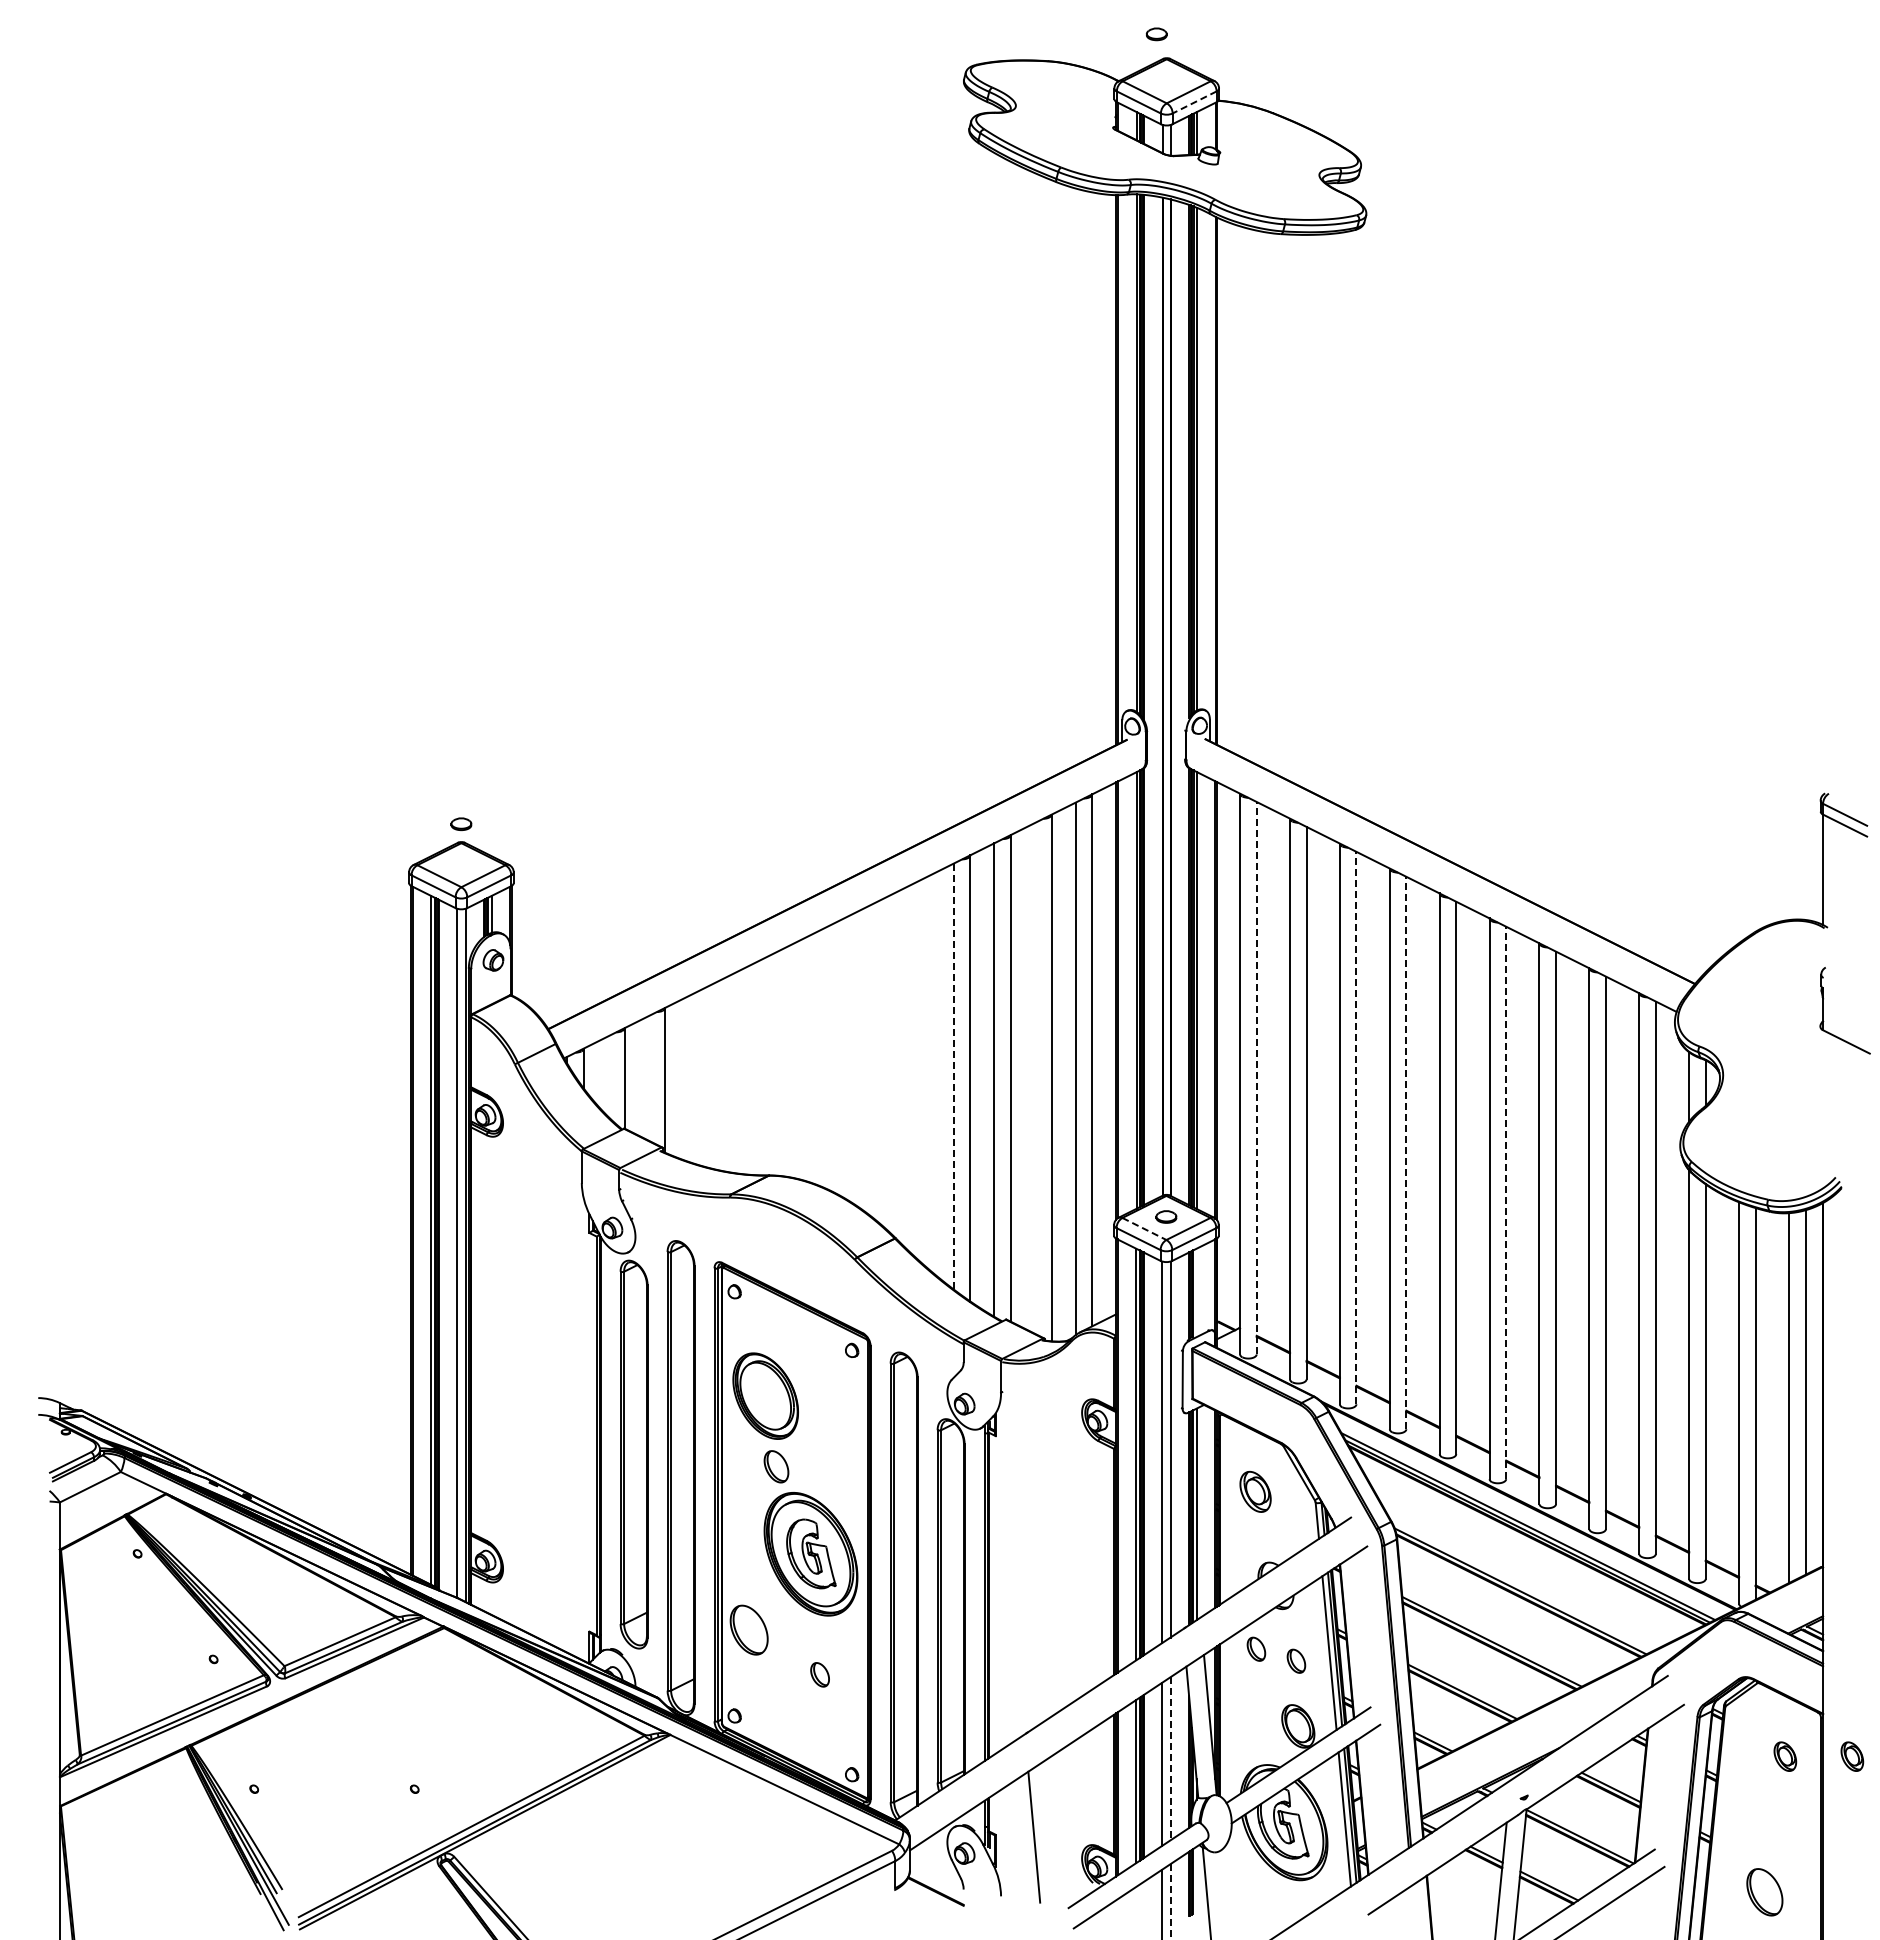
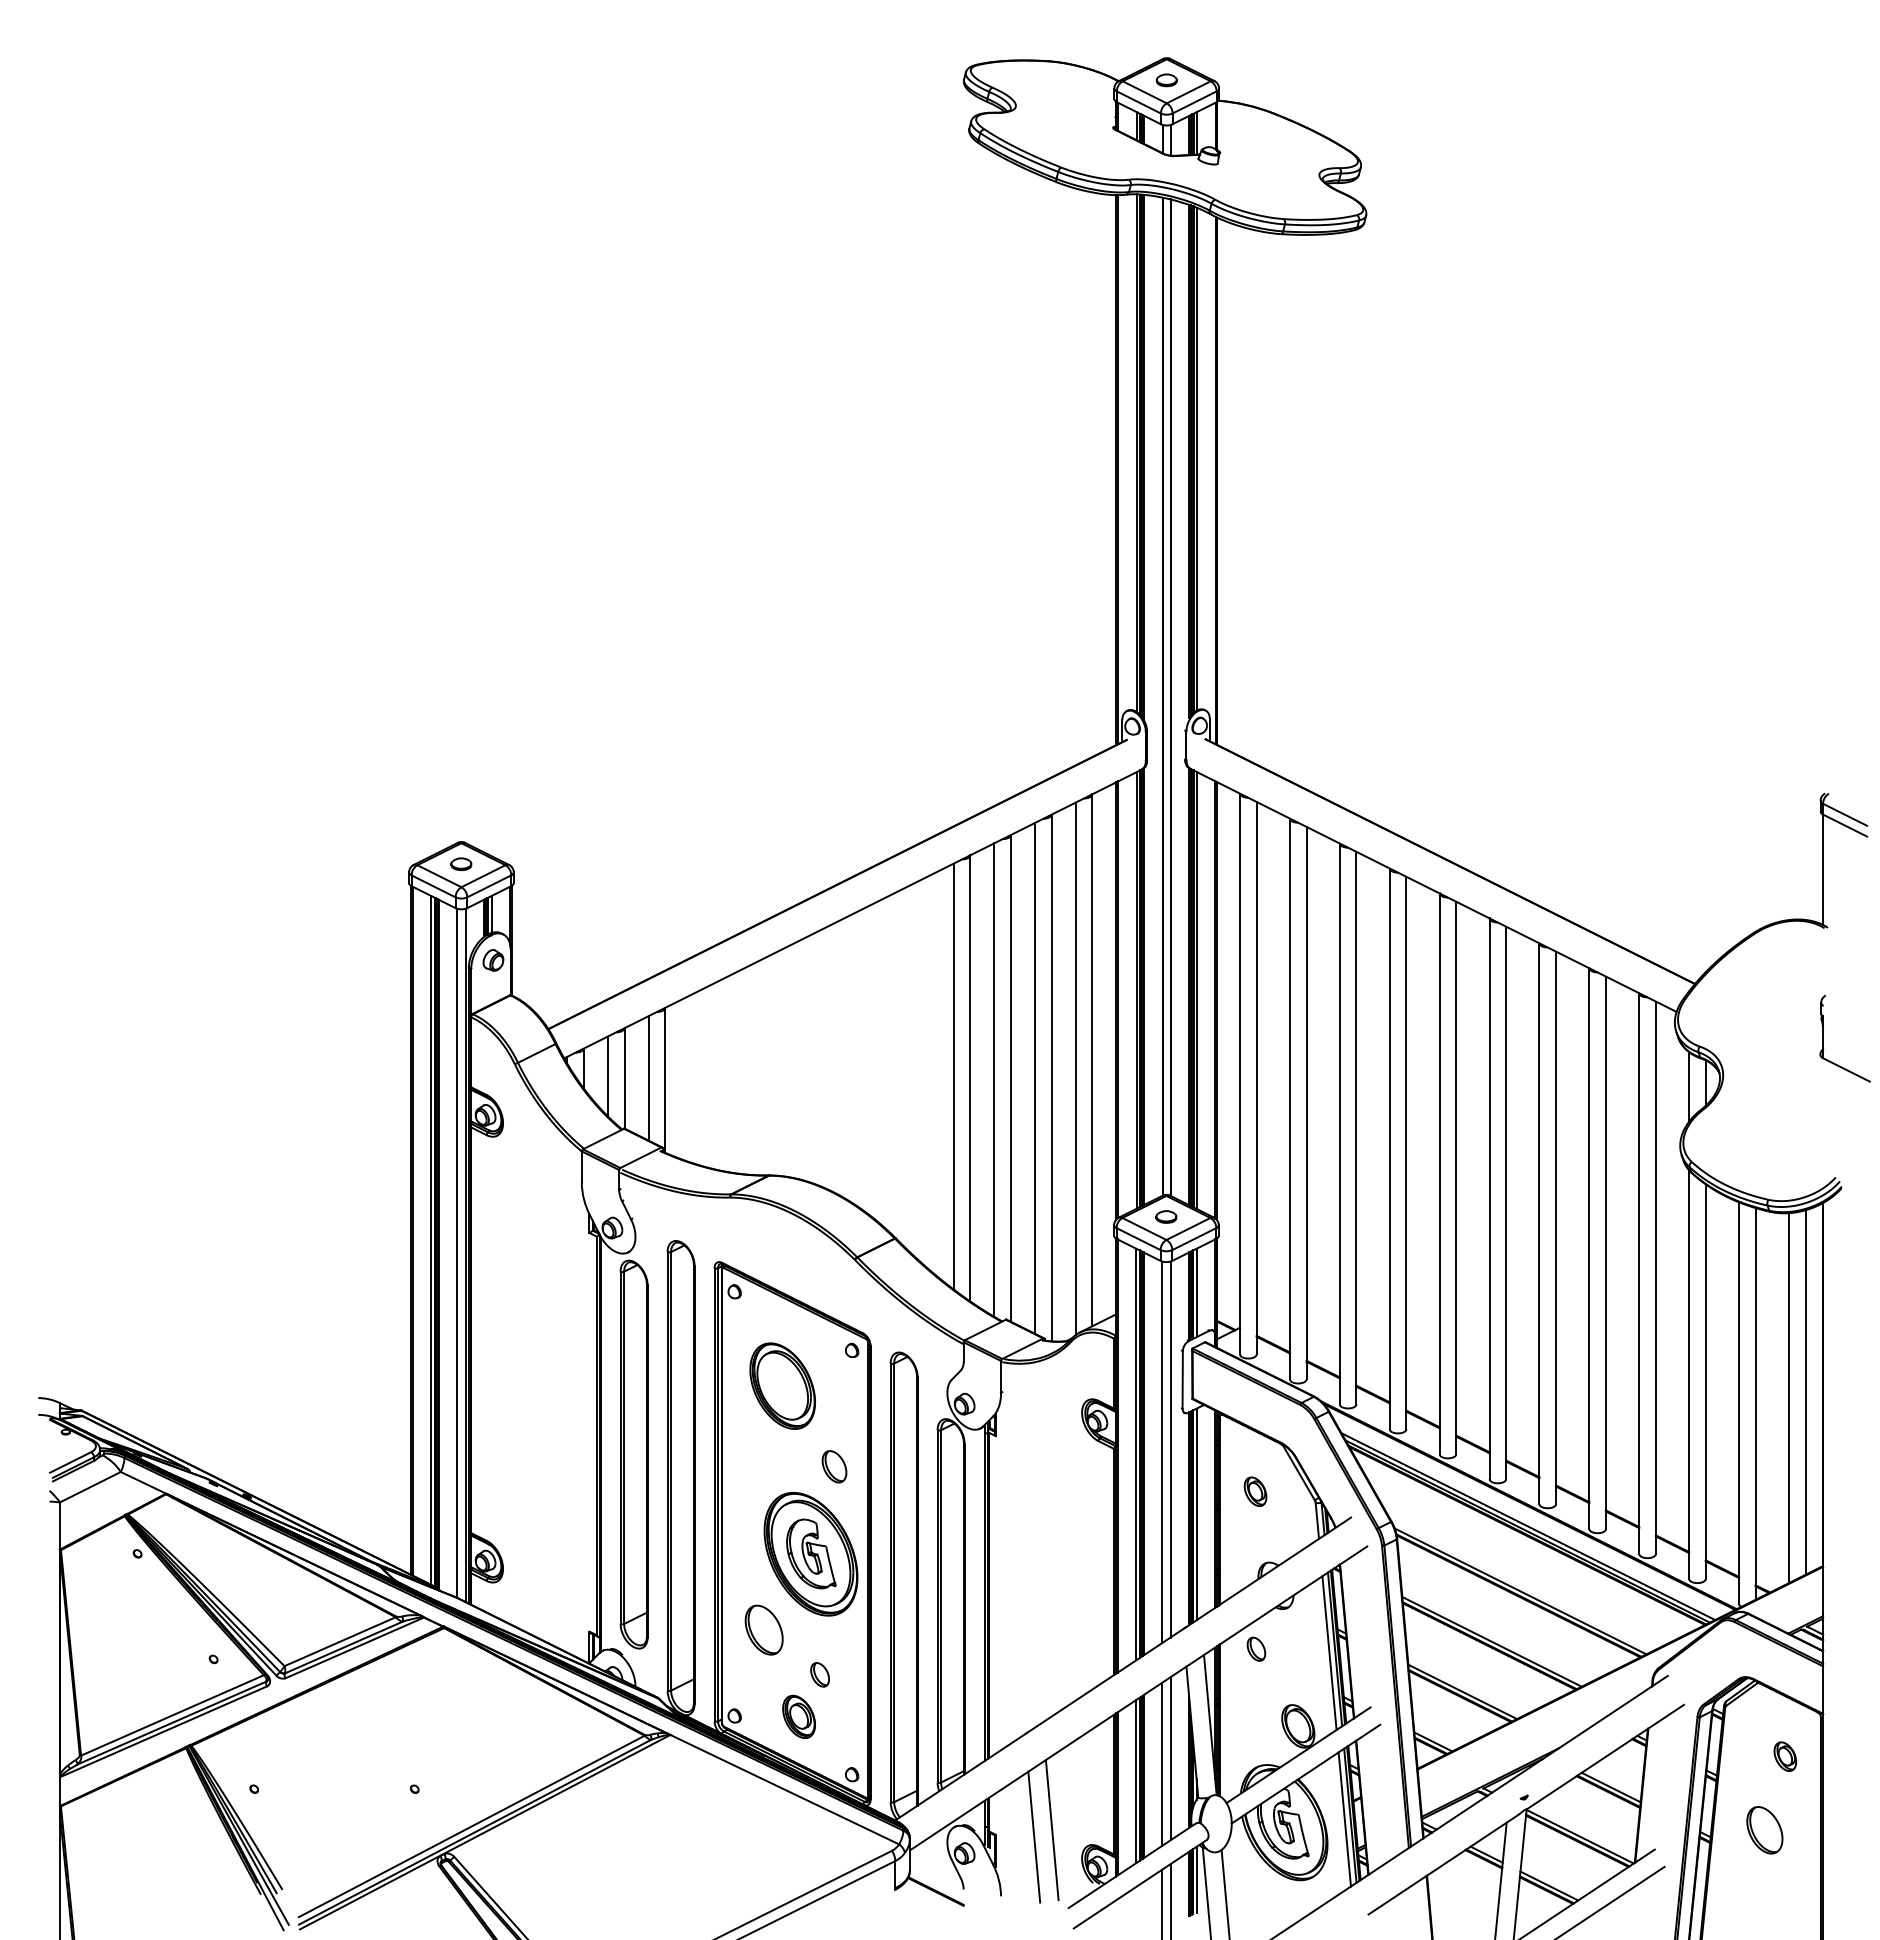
part at (1156, 34) position: (1156, 34) -> (1166, 80)
line at (1194, 102): dashed -> solid
part at (461, 824) position: (461, 824) -> (461, 864)
part at (1823, 1010) position: (1823, 1010) -> (1823, 1038)
line at (607, 1076): none -> present
line at (953, 1076): dashed -> solid
line at (1035, 1077): none -> present
line at (1256, 1077): dashed -> solid
line at (648, 1078): none -> present
line at (1356, 1127): dashed -> solid
line at (1406, 1152): dashed -> solid
line at (1506, 1202): dashed -> solid
line at (1144, 1228): dashed -> solid
line at (1196, 1292): none -> present
part at (765, 1395) position: (765, 1395) -> (782, 1385)
part at (776, 1466) position: (776, 1466) -> (834, 1466)
part at (1255, 1491) size: 33x42 px -> 25x31 px
part at (748, 1629) position: (748, 1629) -> (763, 1629)
part at (1296, 1660): present -> none
part at (798, 1716): none -> present
part at (1852, 1756): present -> none
line at (1170, 1758): dashed -> solid
line at (1051, 1830): none -> present
line at (1196, 1879): none -> present
line at (1225, 1892): none -> present
part at (1764, 1892) position: (1764, 1892) -> (1764, 1830)
line at (1170, 1901): dashed -> solid
